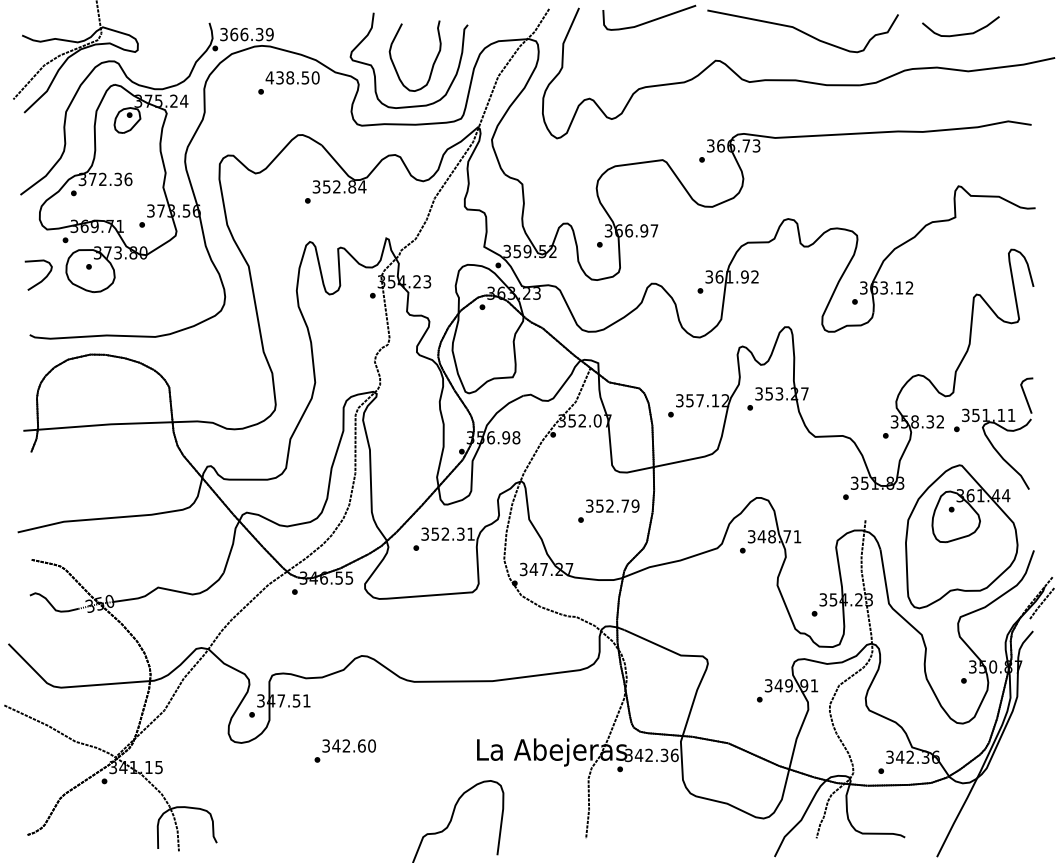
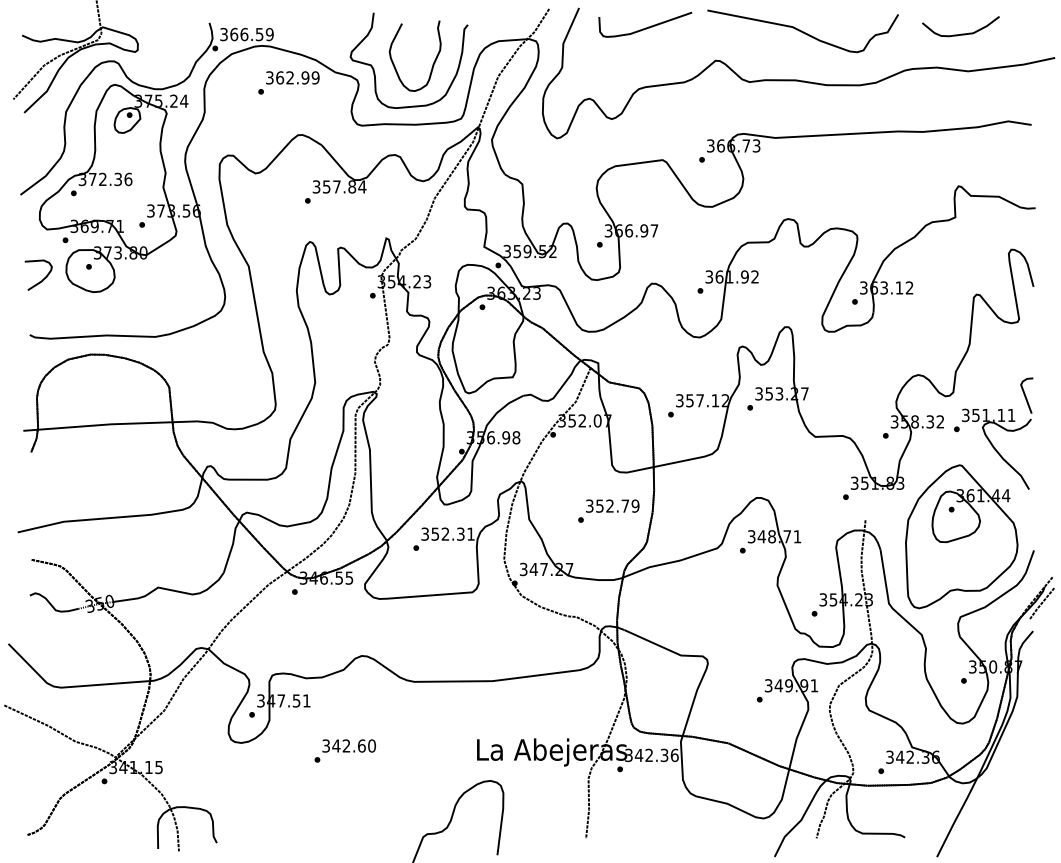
curve at (649, 20) position: (649, 20) -> (645, 27)
text at (259, 33): 366.39 -> 366.59
text at (292, 77): 438.50 -> 362.99
text at (336, 186): 352.84 -> 357.84
